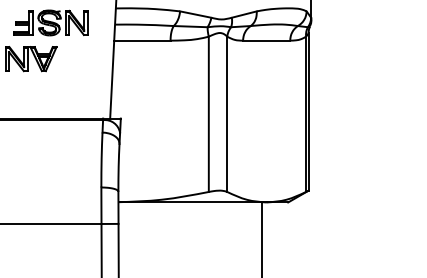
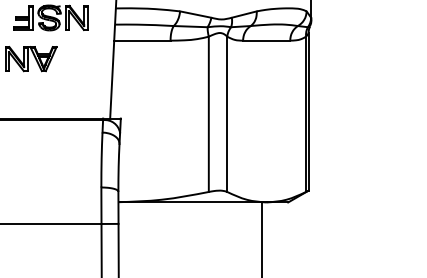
part at (50, 22) position: (50, 22) -> (50, 17)
